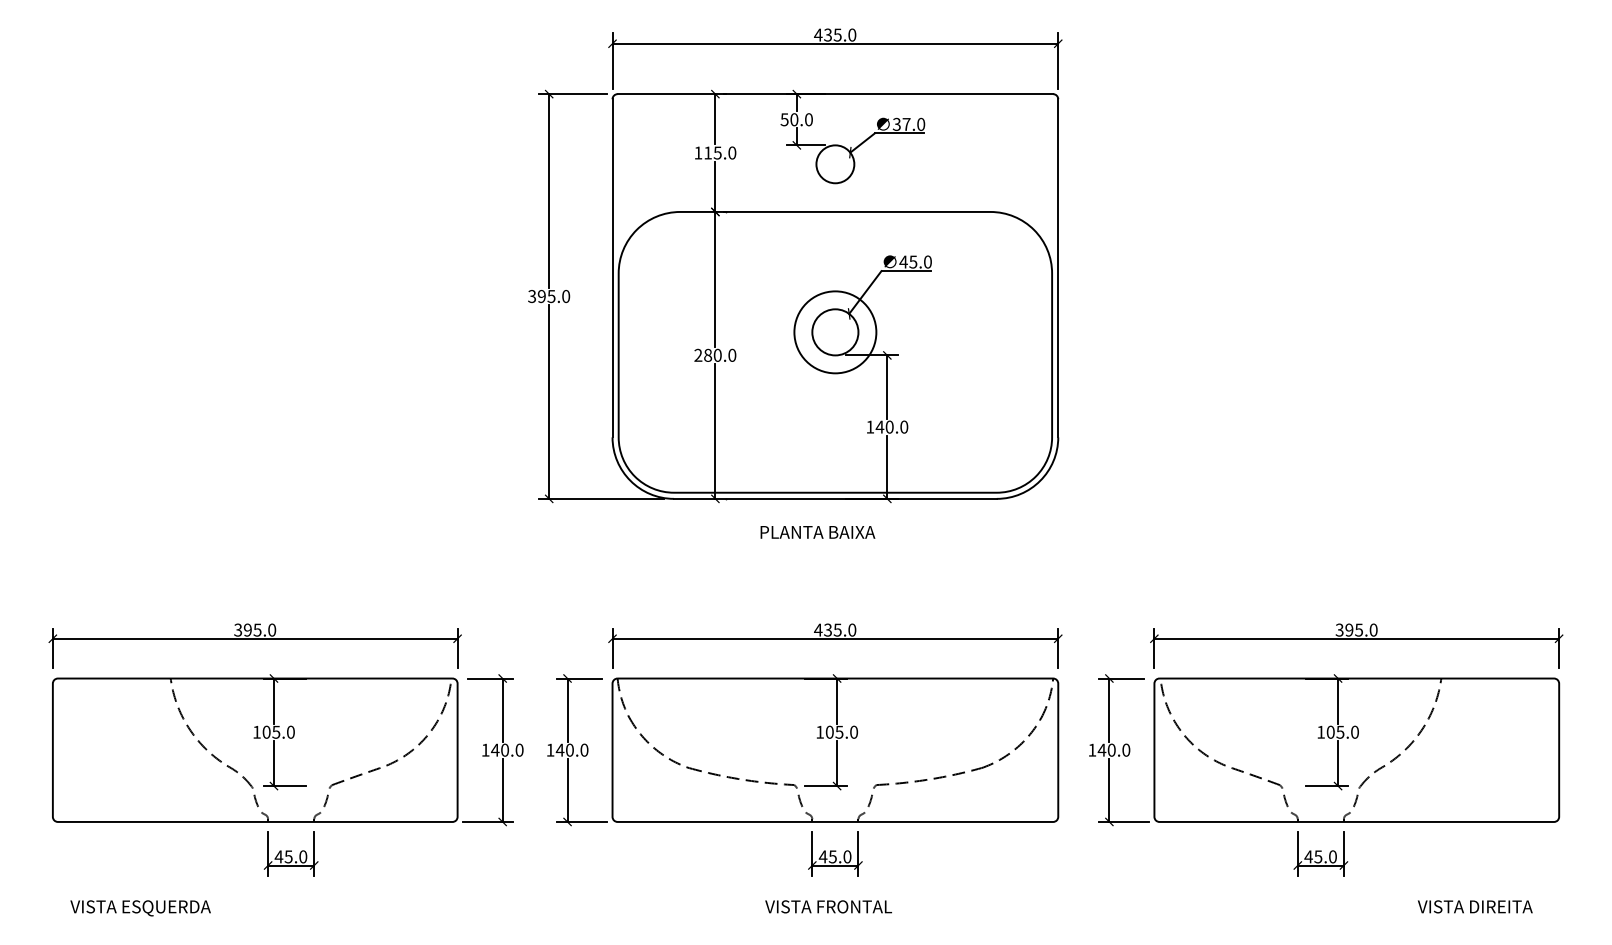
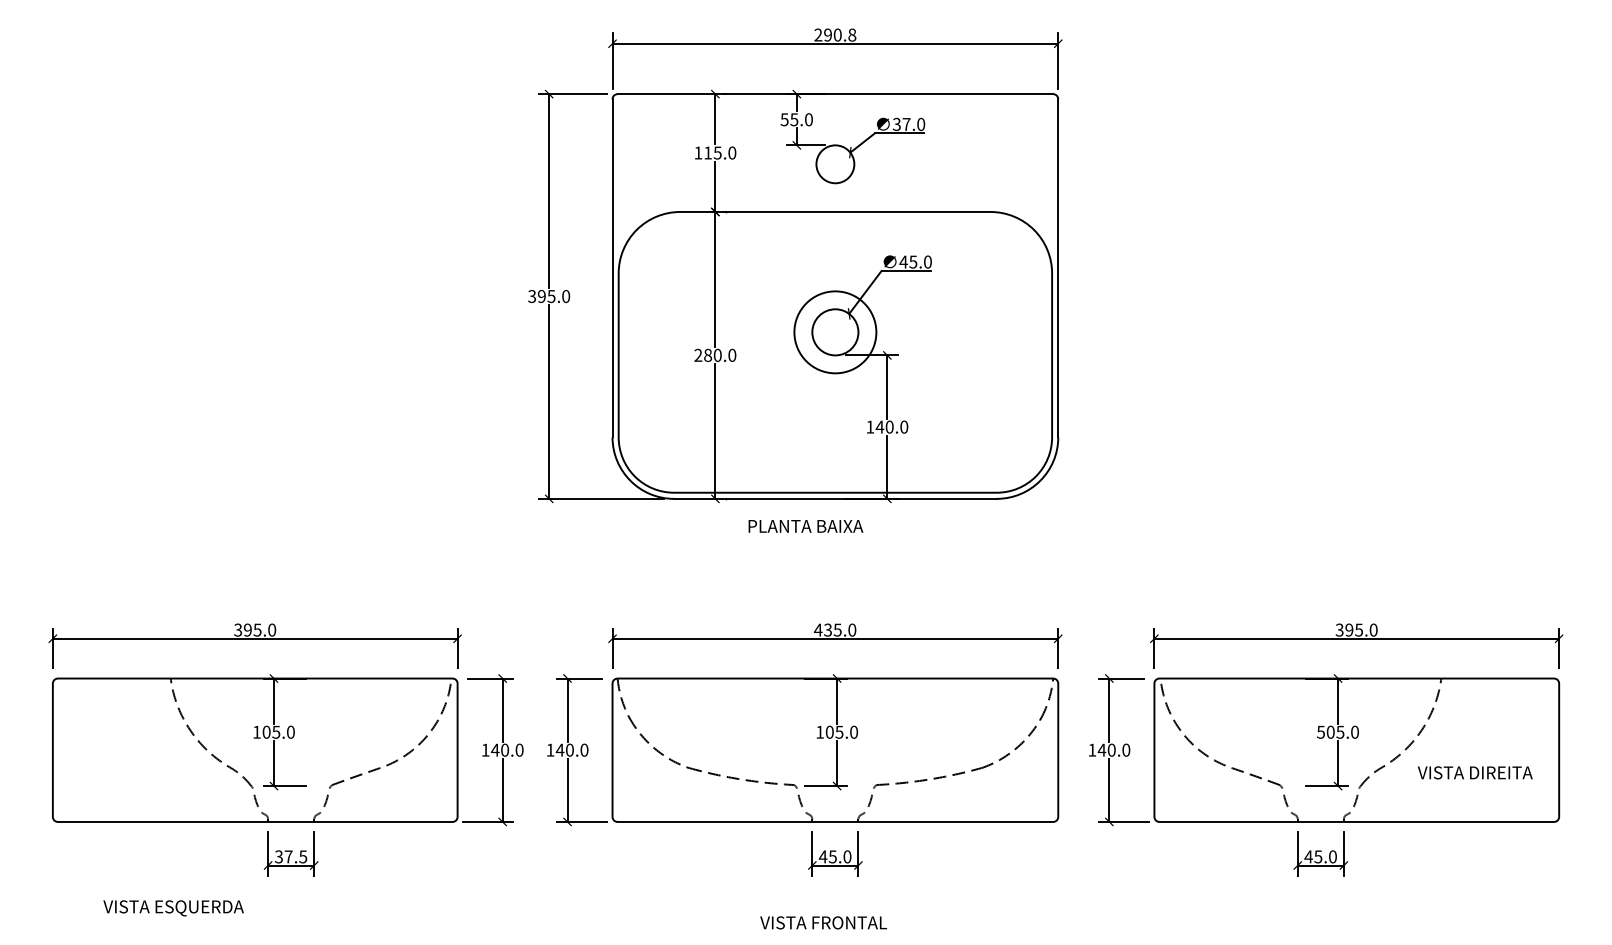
text at (835, 34): 435.0 -> 290.8
text at (794, 119): 50.0 -> 55.0
text at (817, 532) position: (817, 532) -> (805, 526)
text at (1320, 731): 105.0 -> 505.0
text at (290, 856): 45.0 -> 37.5
text at (828, 906) position: (828, 906) -> (823, 922)
text at (1474, 906) position: (1474, 906) -> (1474, 772)
text at (140, 908) position: (140, 908) -> (173, 908)
